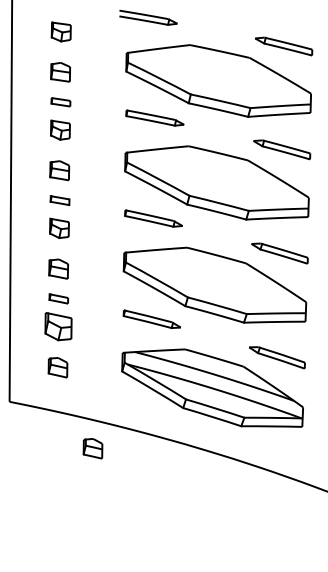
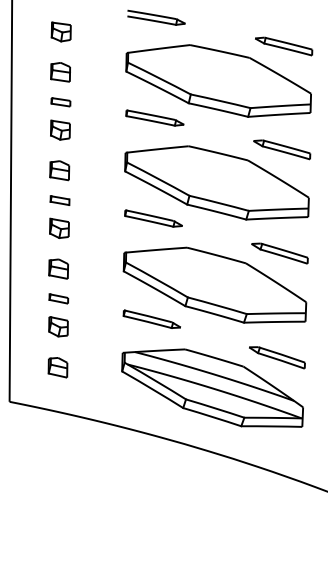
part at (148, 17) position: (148, 17) -> (156, 17)
part at (58, 326) size: 29x30 px -> 21x22 px
part at (92, 448): present -> none
